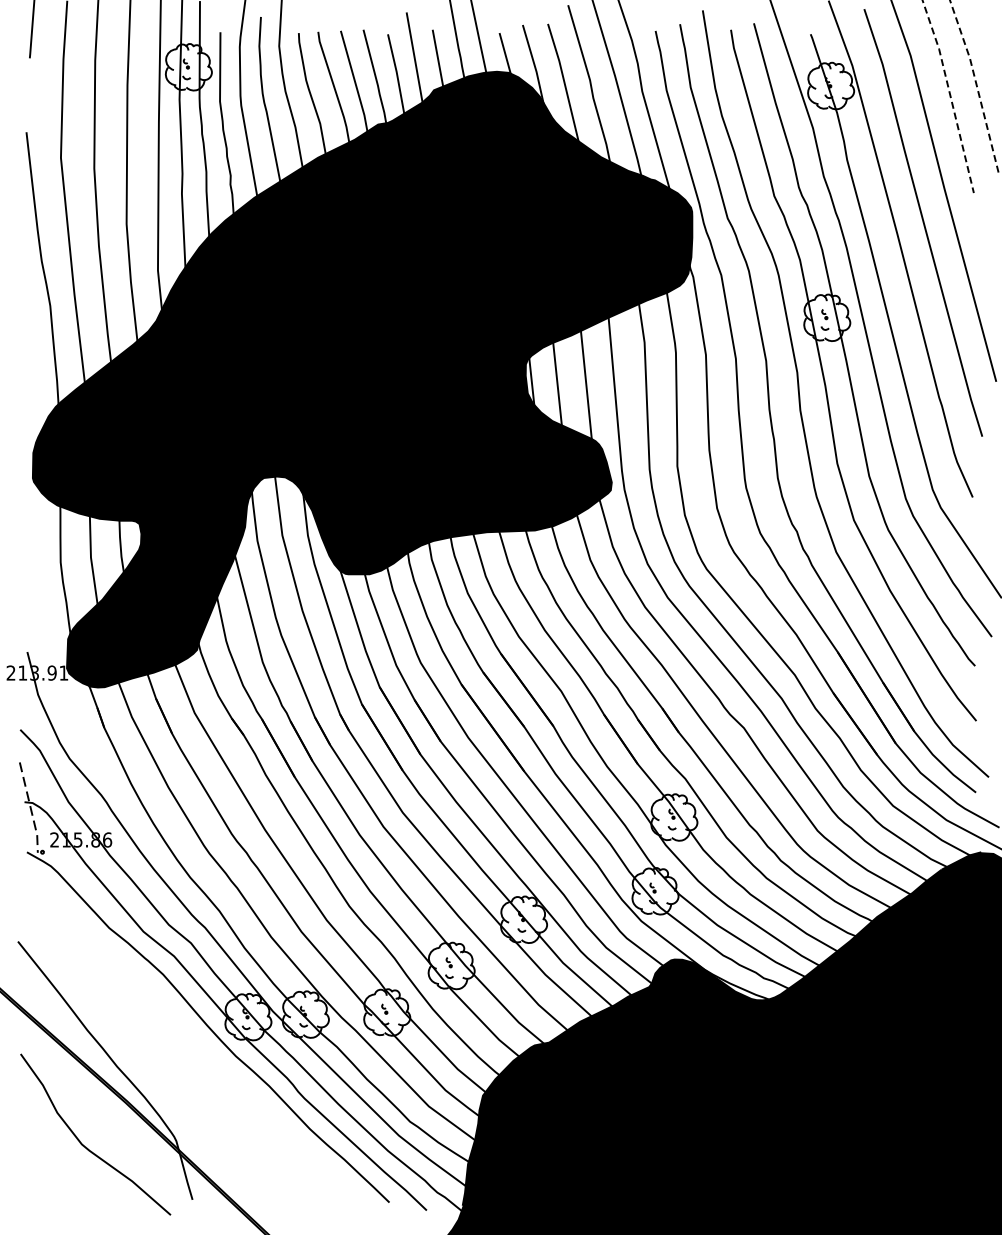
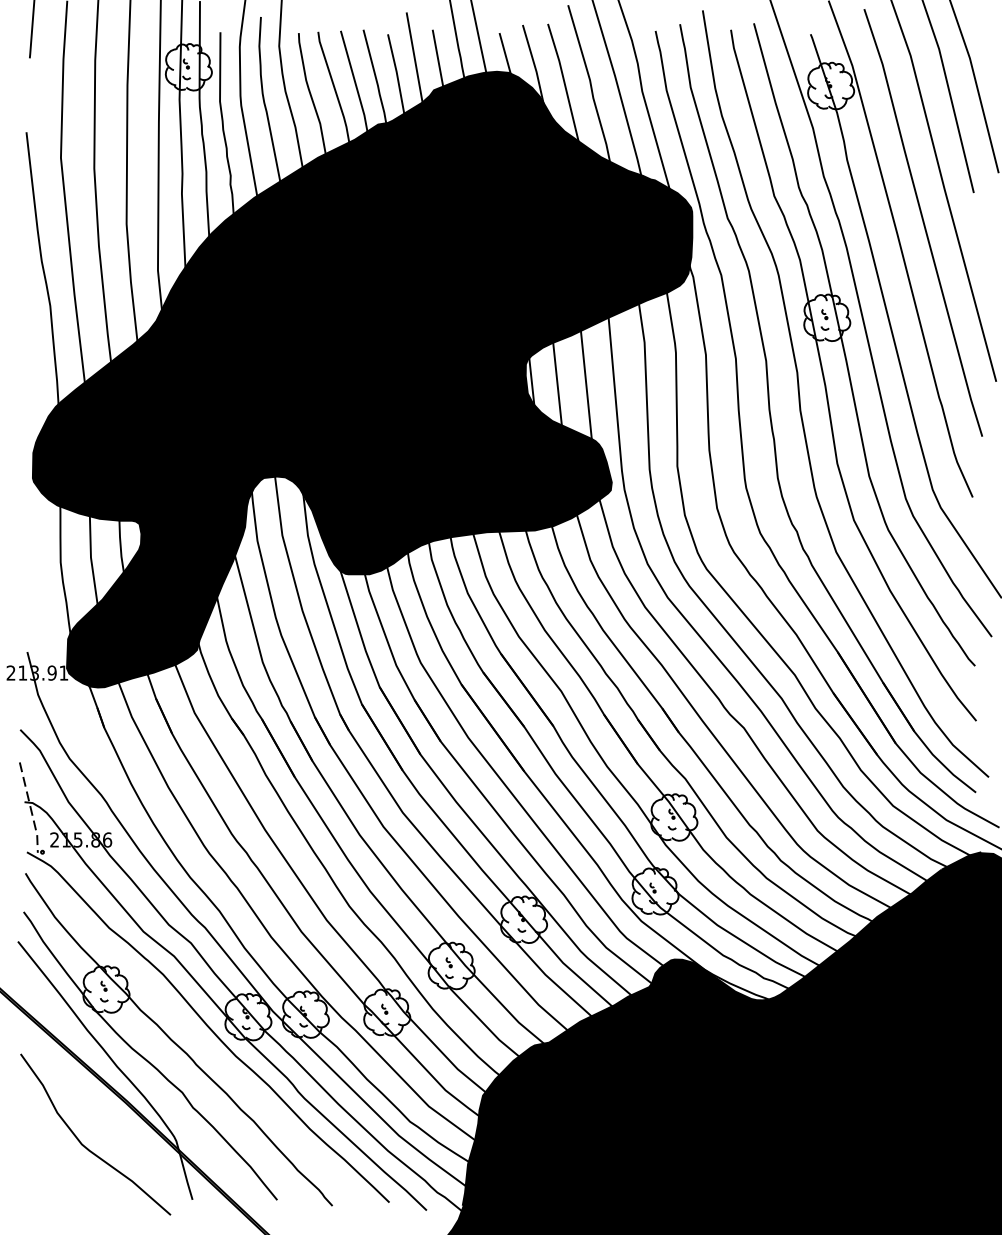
line at (976, 85): dashed -> solid
line at (950, 95): dashed -> solid
part at (177, 1039): none -> present
